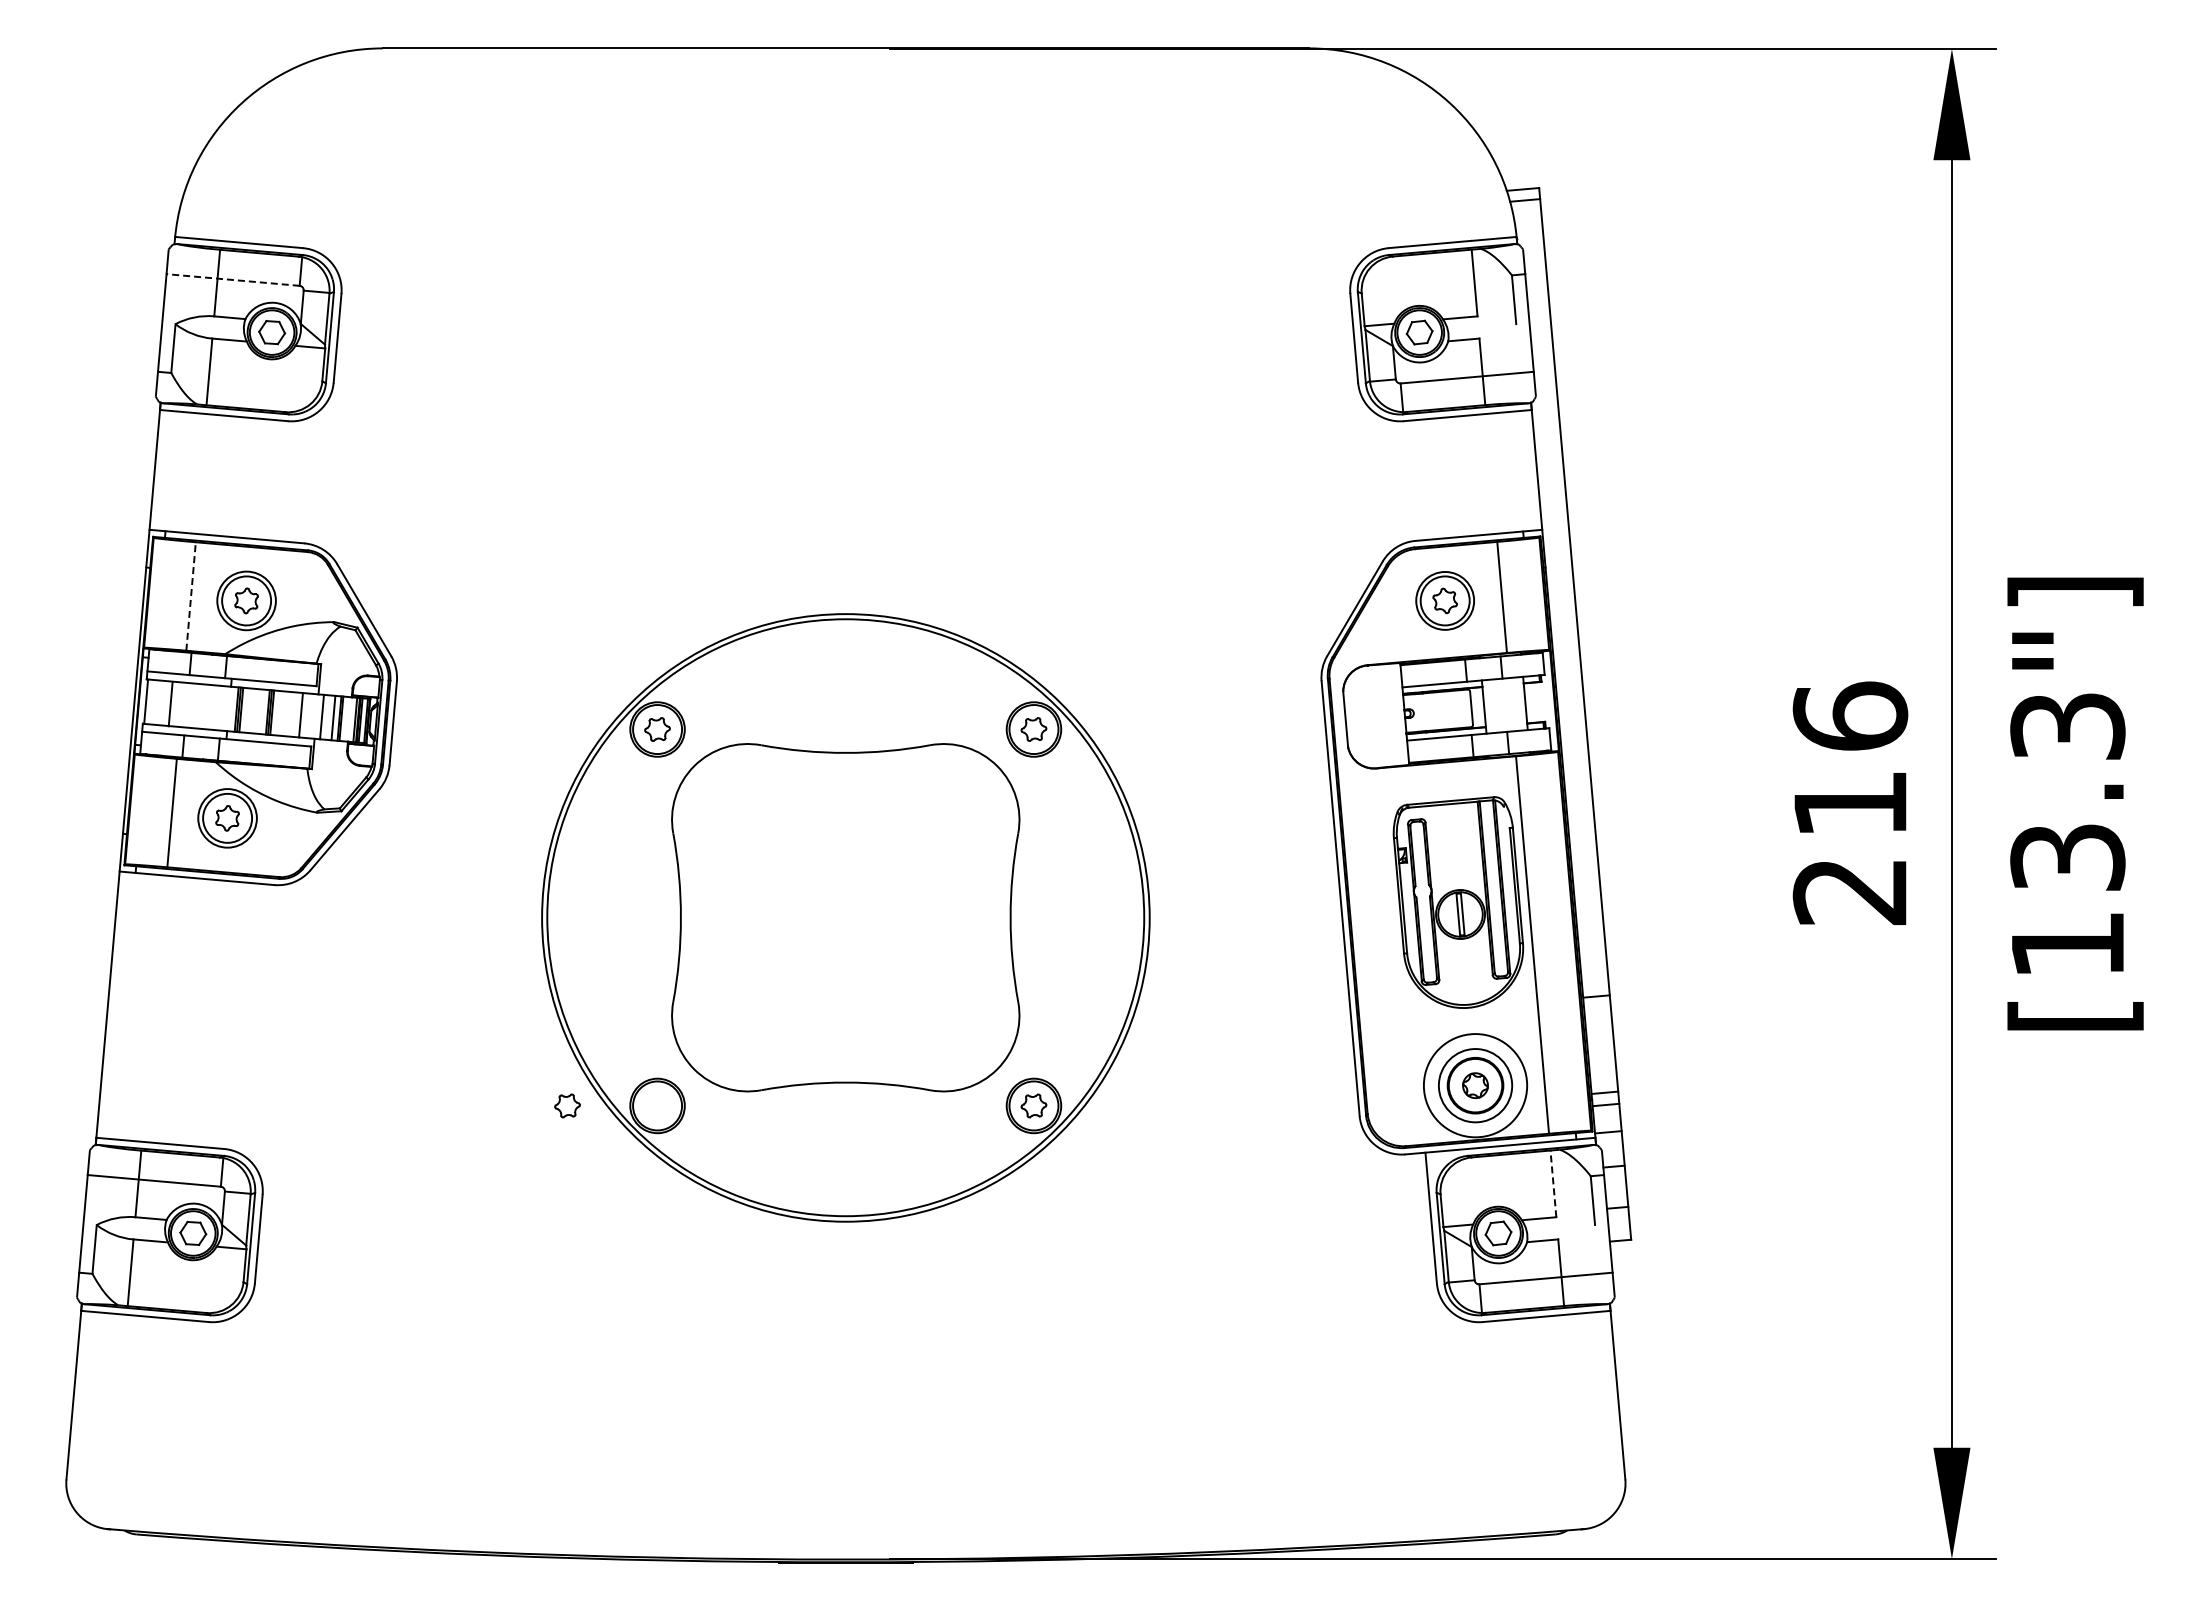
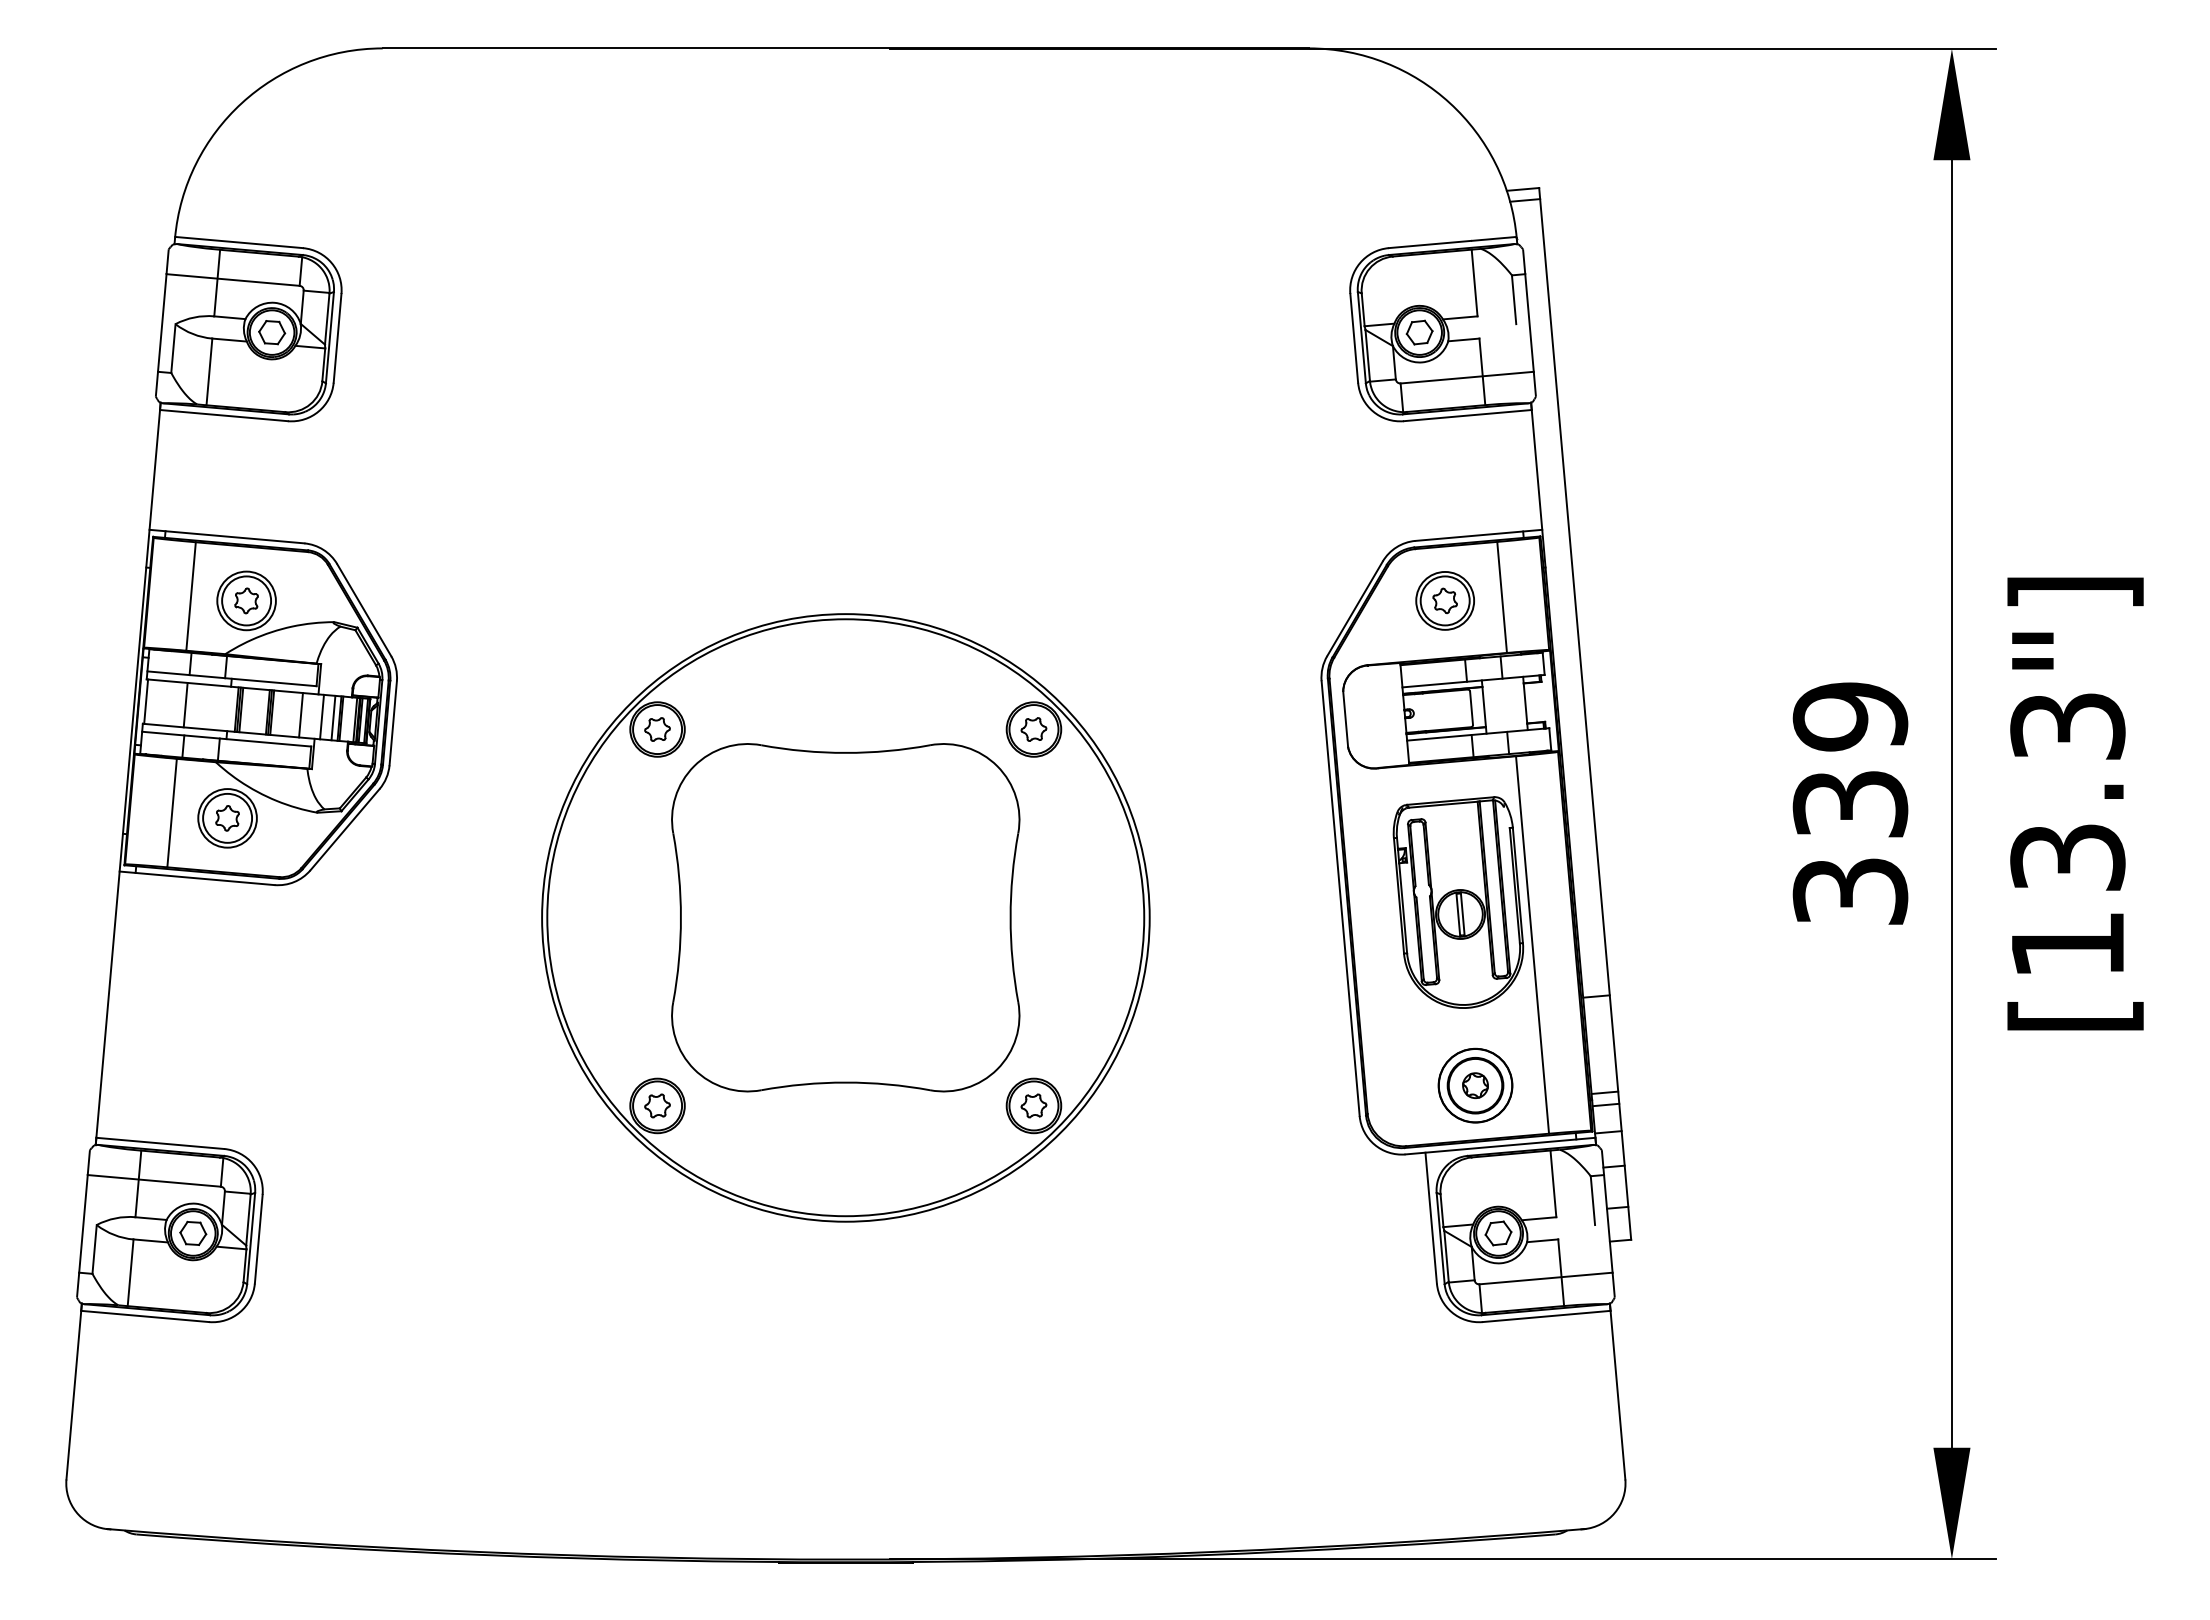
line at (233, 280): dashed -> solid
line at (191, 596): dashed -> solid
line at (170, 703) position: (170, 703) -> (185, 704)
text at (1850, 802): 216 -> 339
circle at (1475, 1085) diameter: 103 px -> 74 px
part at (567, 1105) position: (567, 1105) -> (657, 1105)
line at (1553, 1183): dashed -> solid
